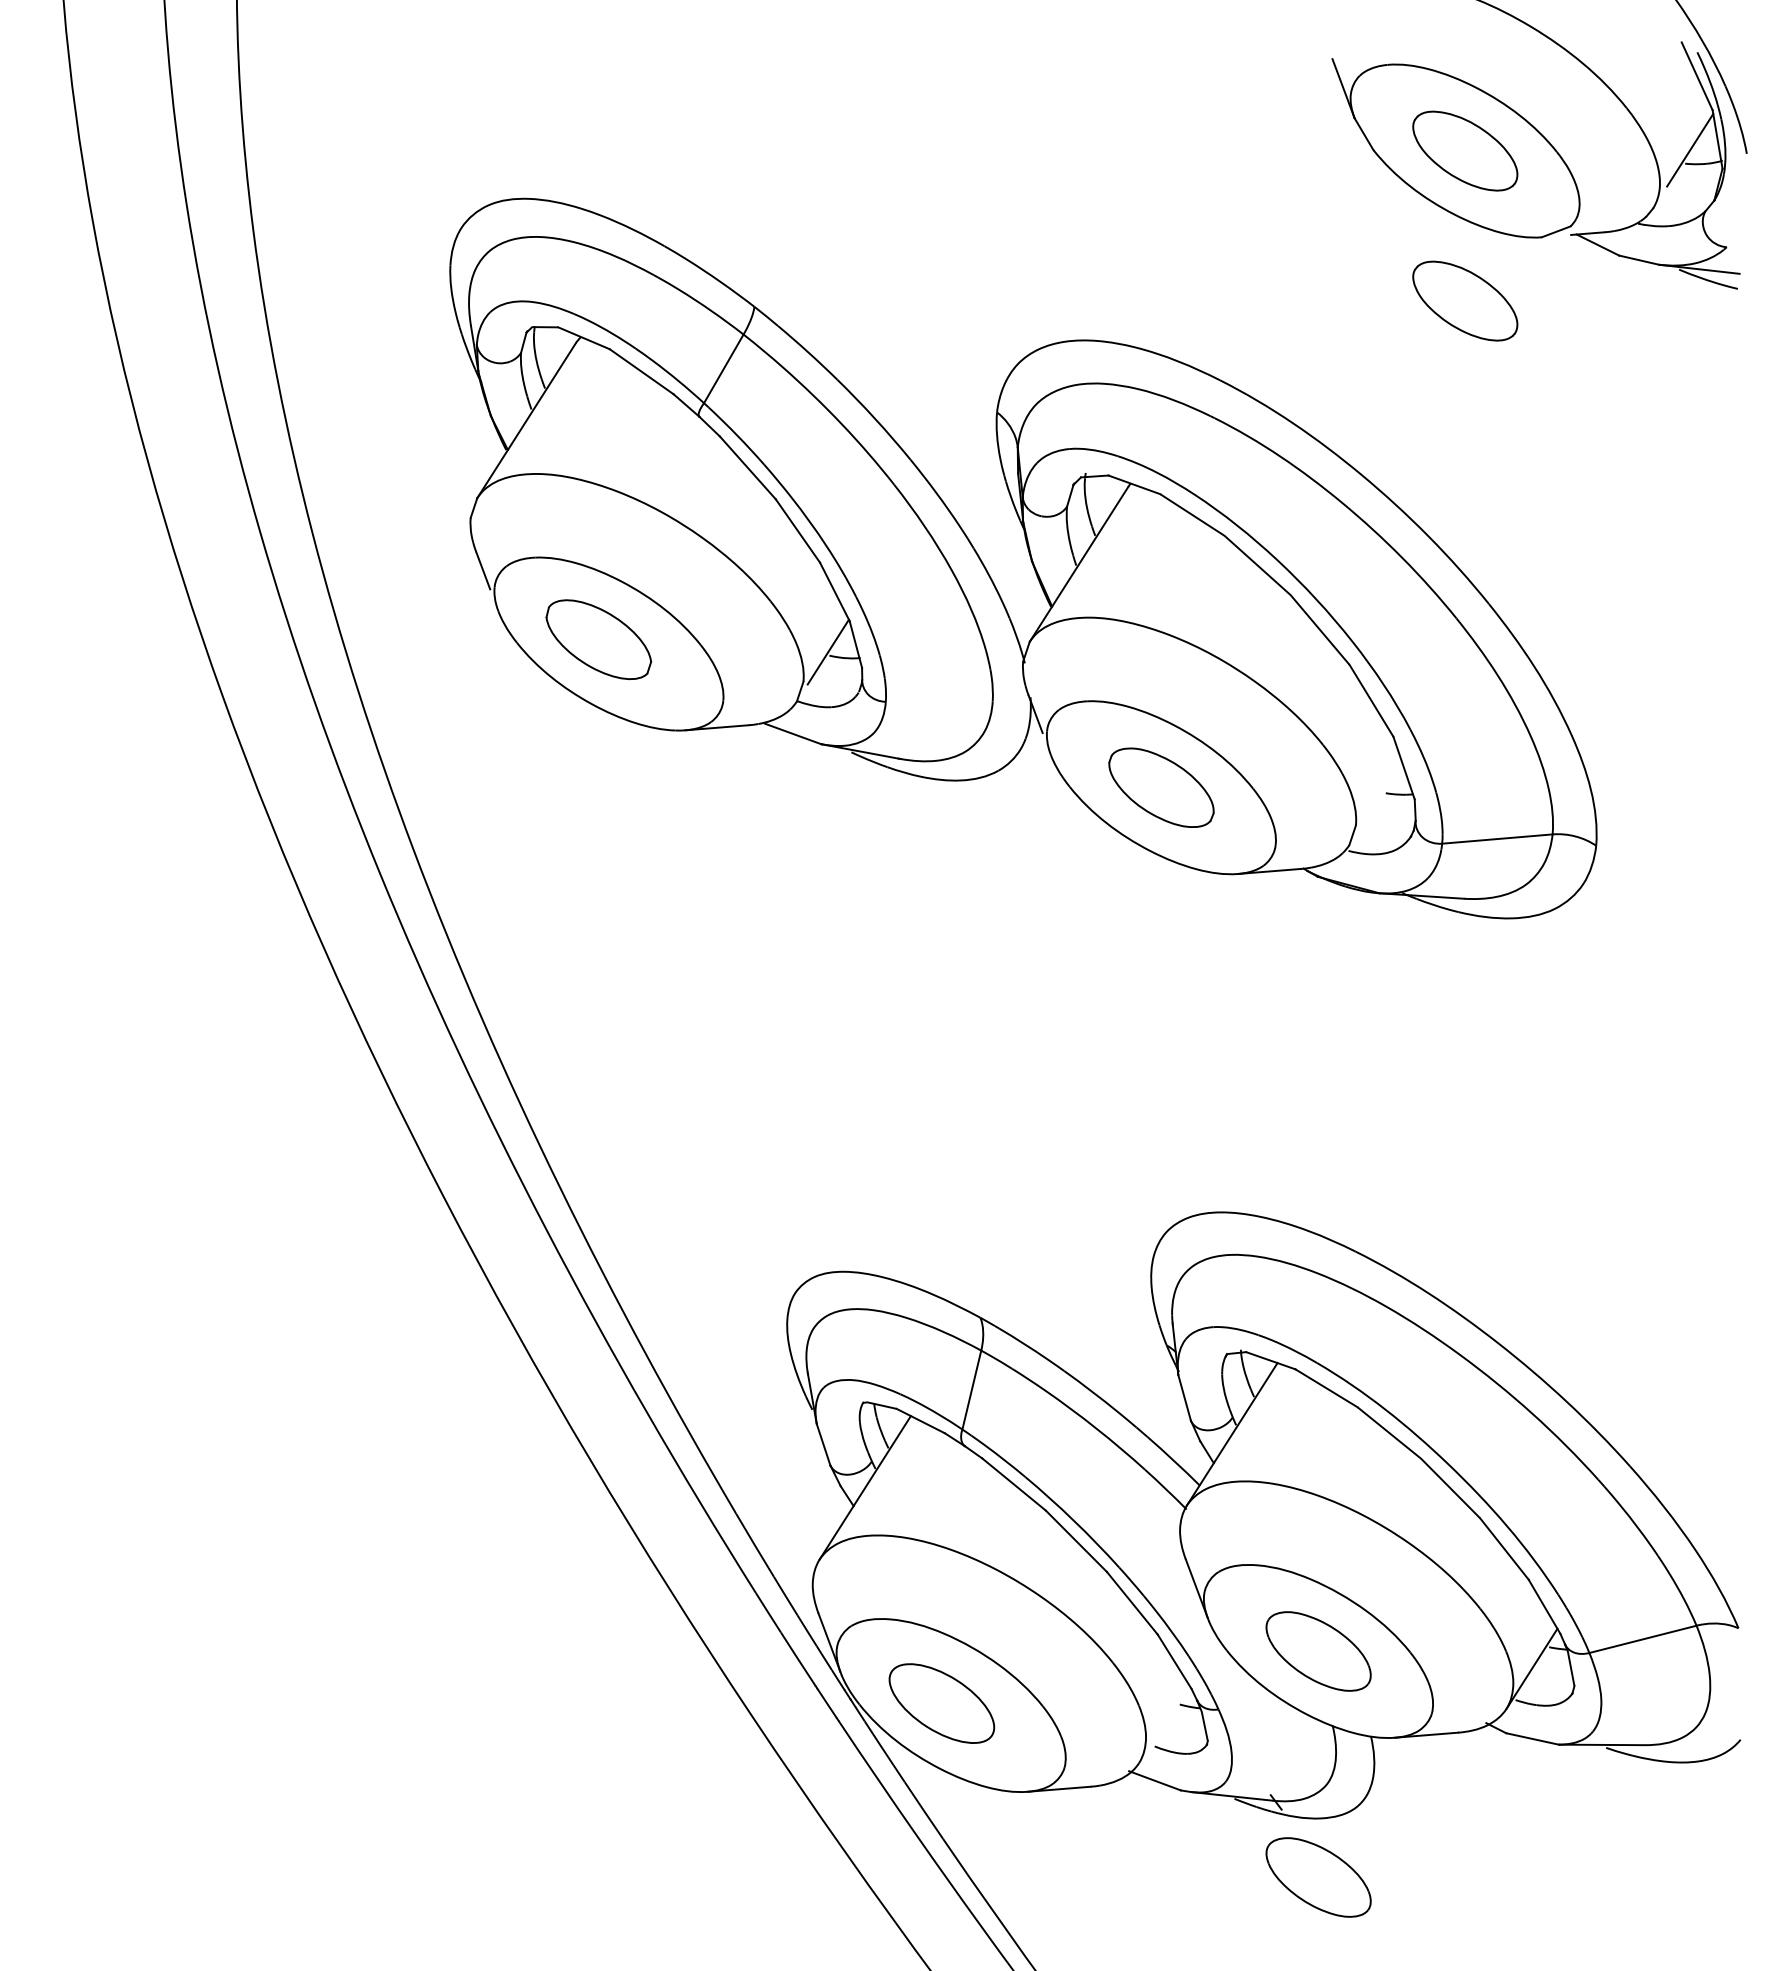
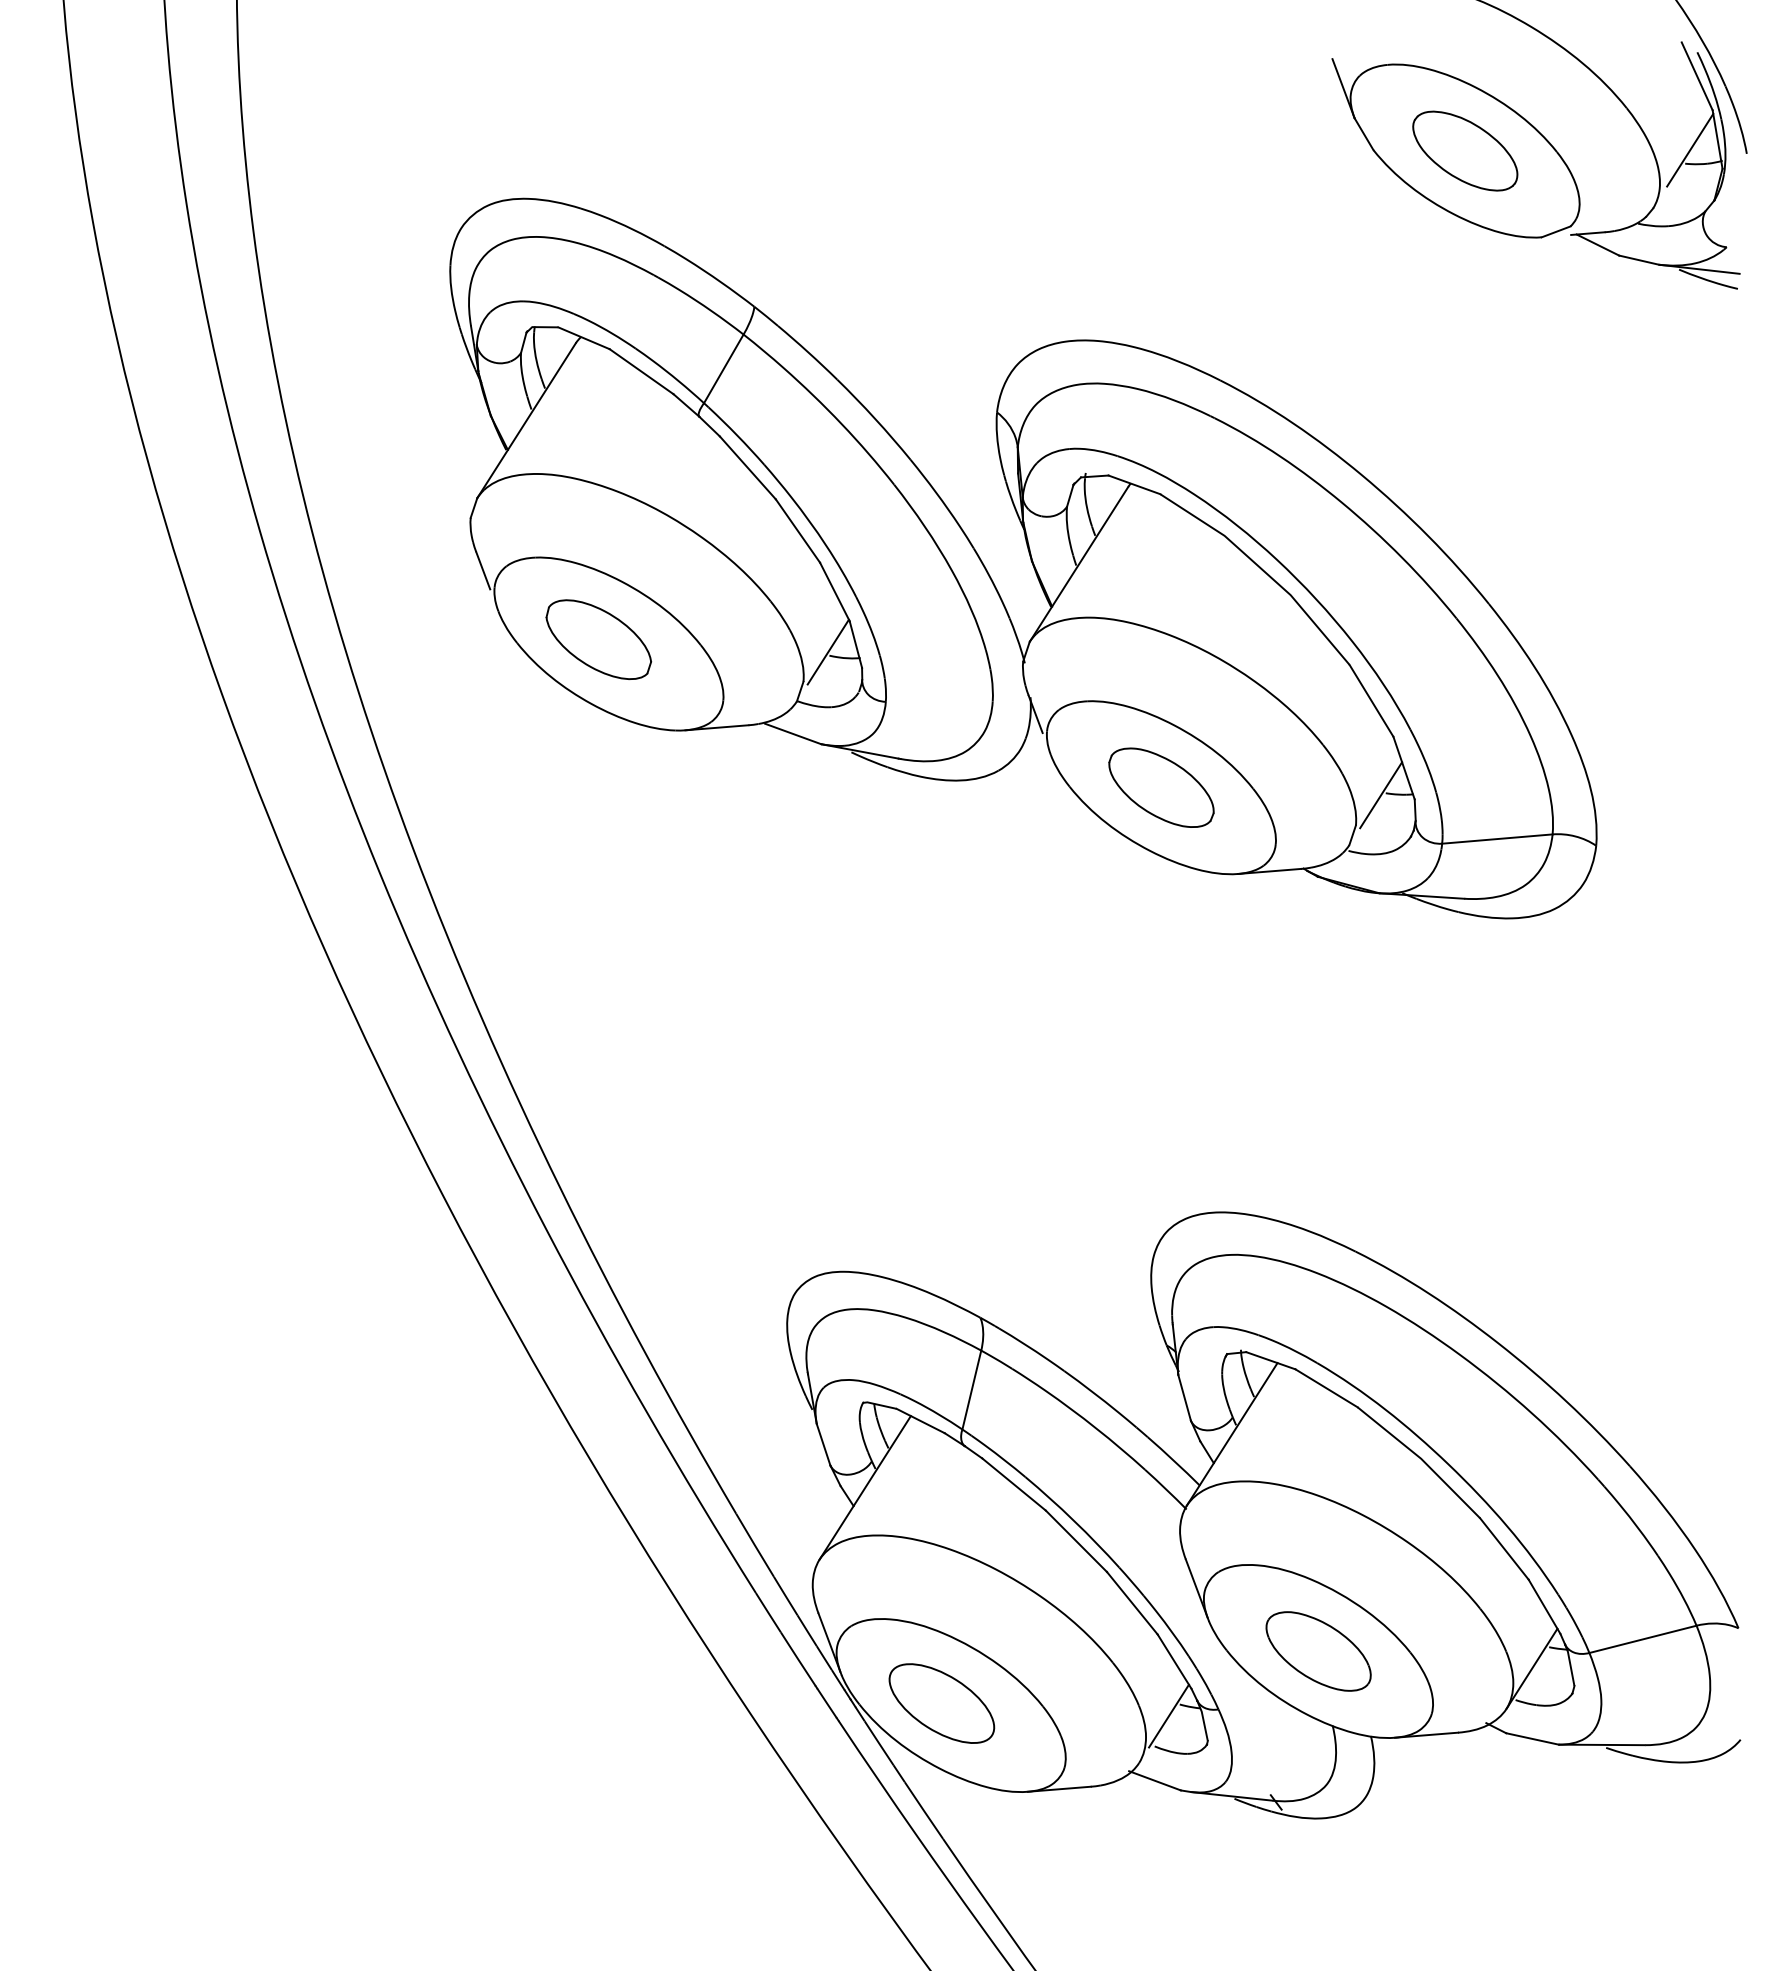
part at (1465, 300): present -> none
line at (1381, 795): none -> present
line at (1168, 1715): none -> present
part at (1318, 1877): present -> none
